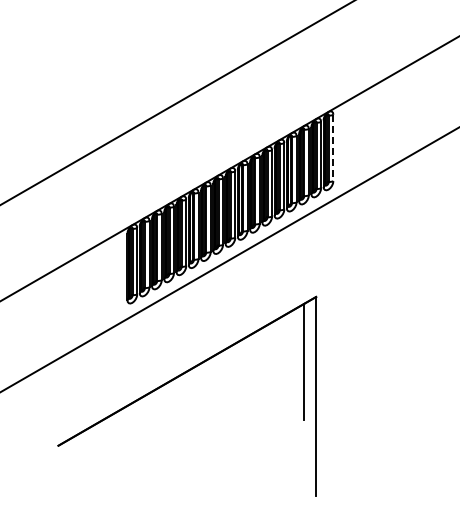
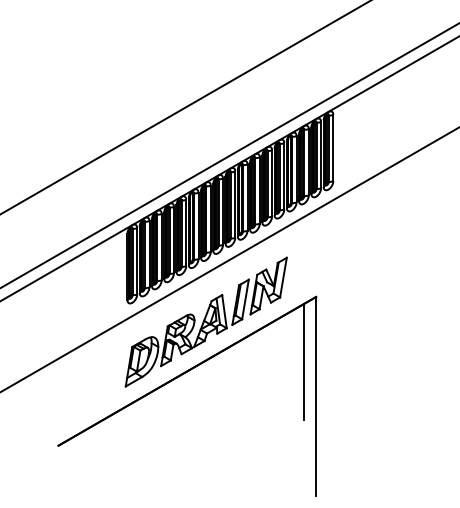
line at (176, 103) position: (176, 103) -> (184, 107)
line at (333, 148): dashed -> solid
line at (229, 155): none -> present
part at (205, 321): none -> present
